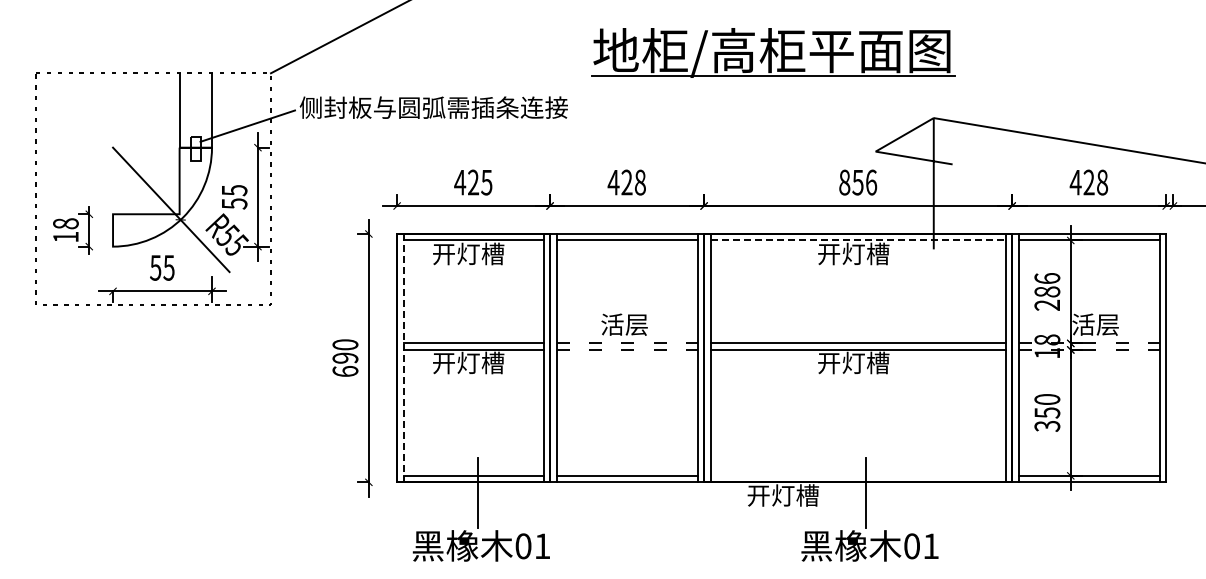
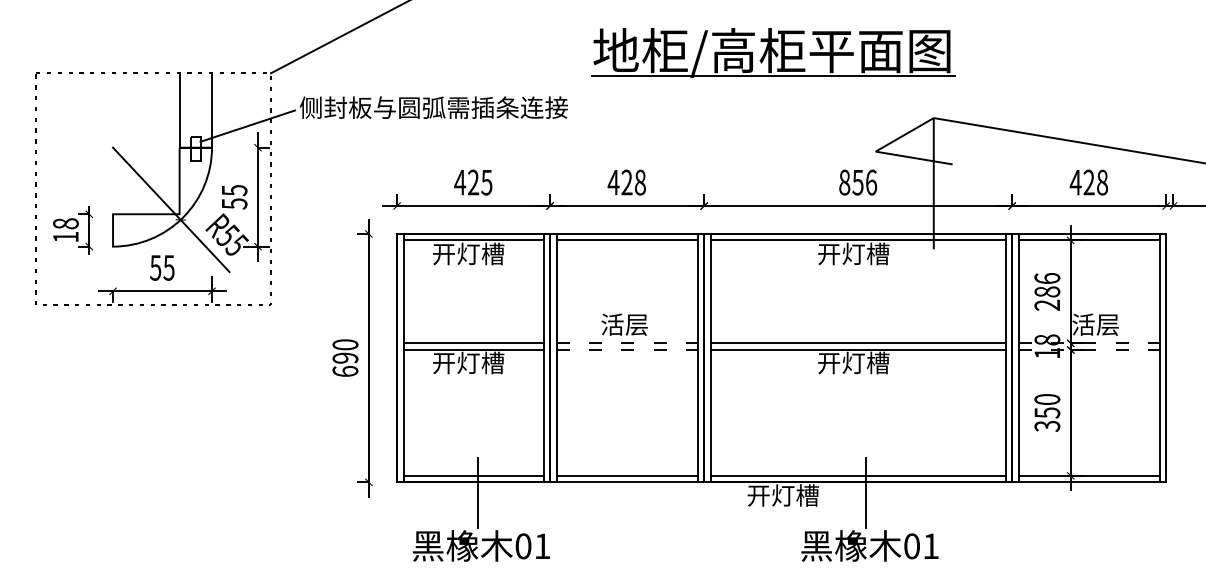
line at (858, 240): dashed -> solid
line at (403, 358): dashed -> solid
line at (857, 475): none -> present
